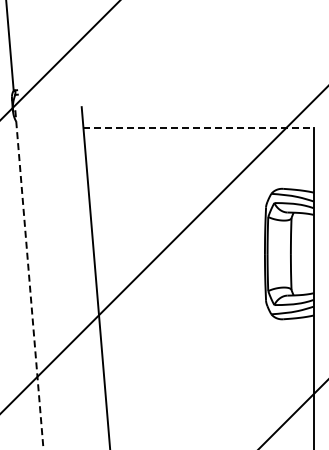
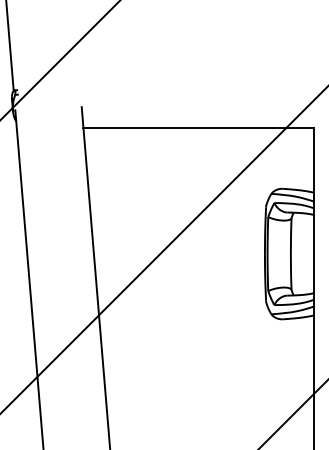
line at (199, 127): dashed -> solid
line at (29, 280): dashed -> solid
